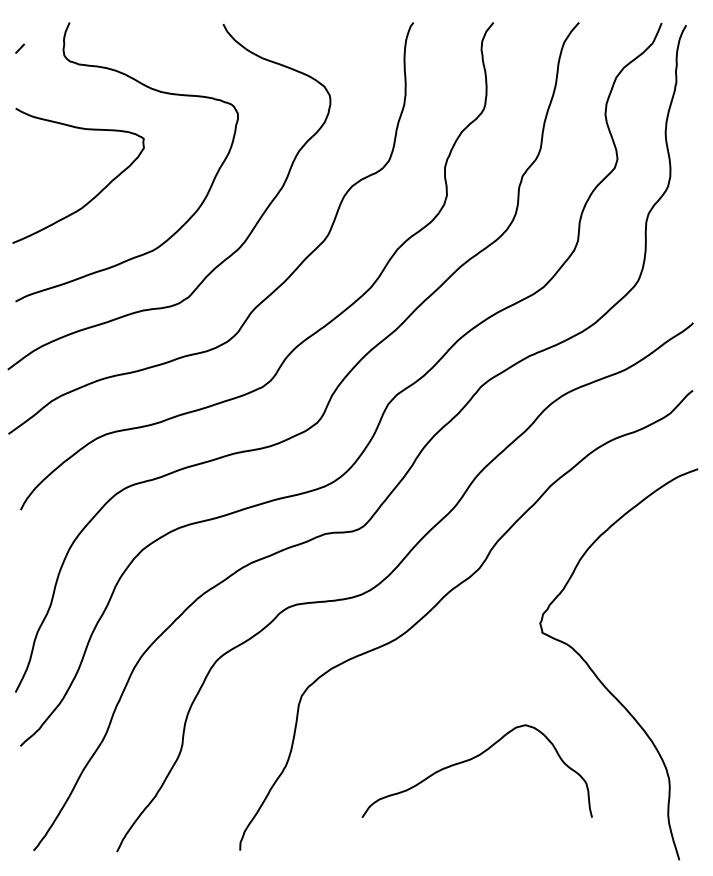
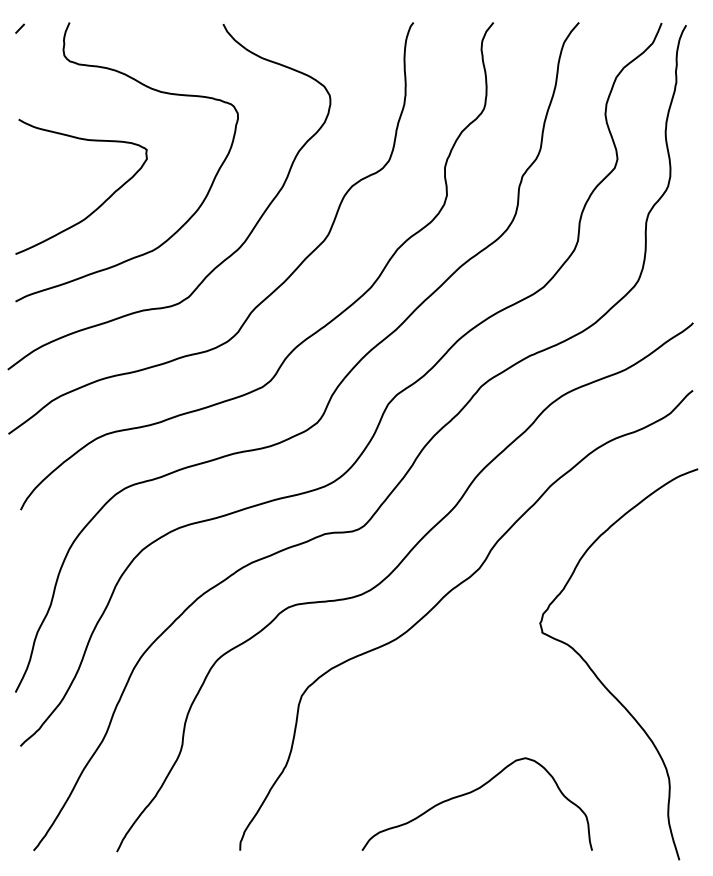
line at (20, 48) position: (20, 48) -> (20, 28)
curve at (97, 193) position: (97, 193) -> (100, 204)
curve at (470, 760) position: (470, 760) -> (470, 793)
